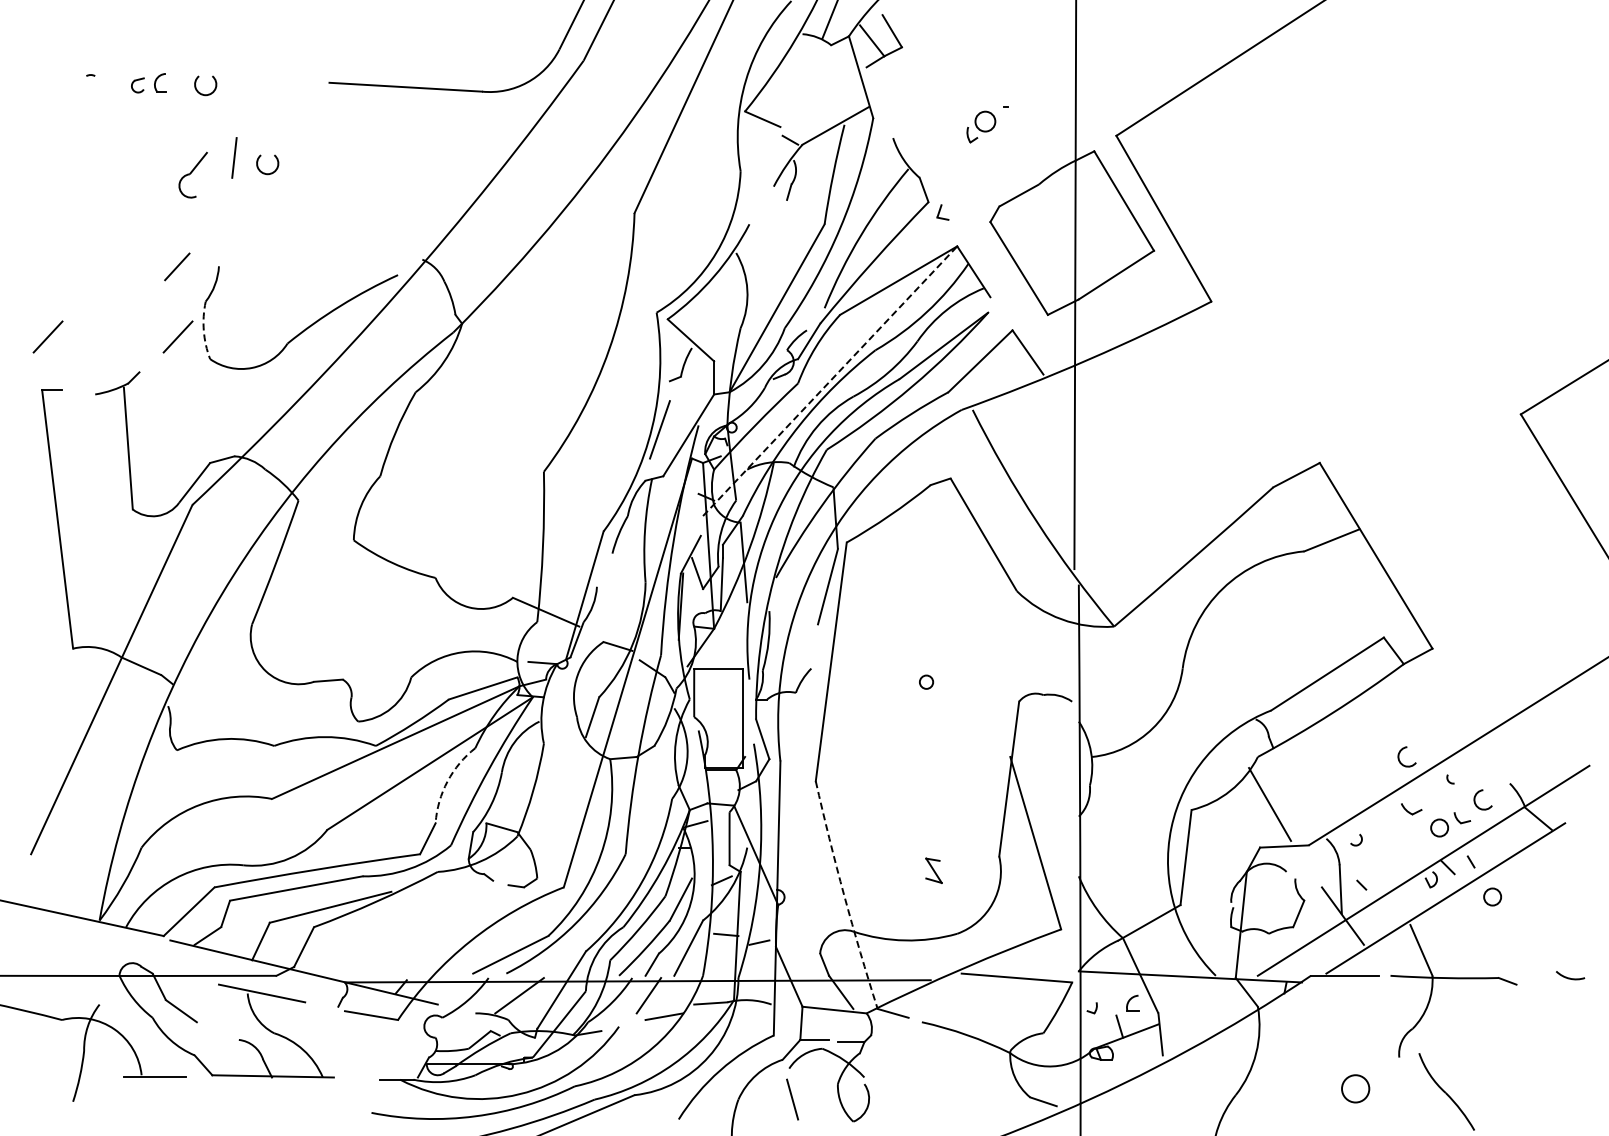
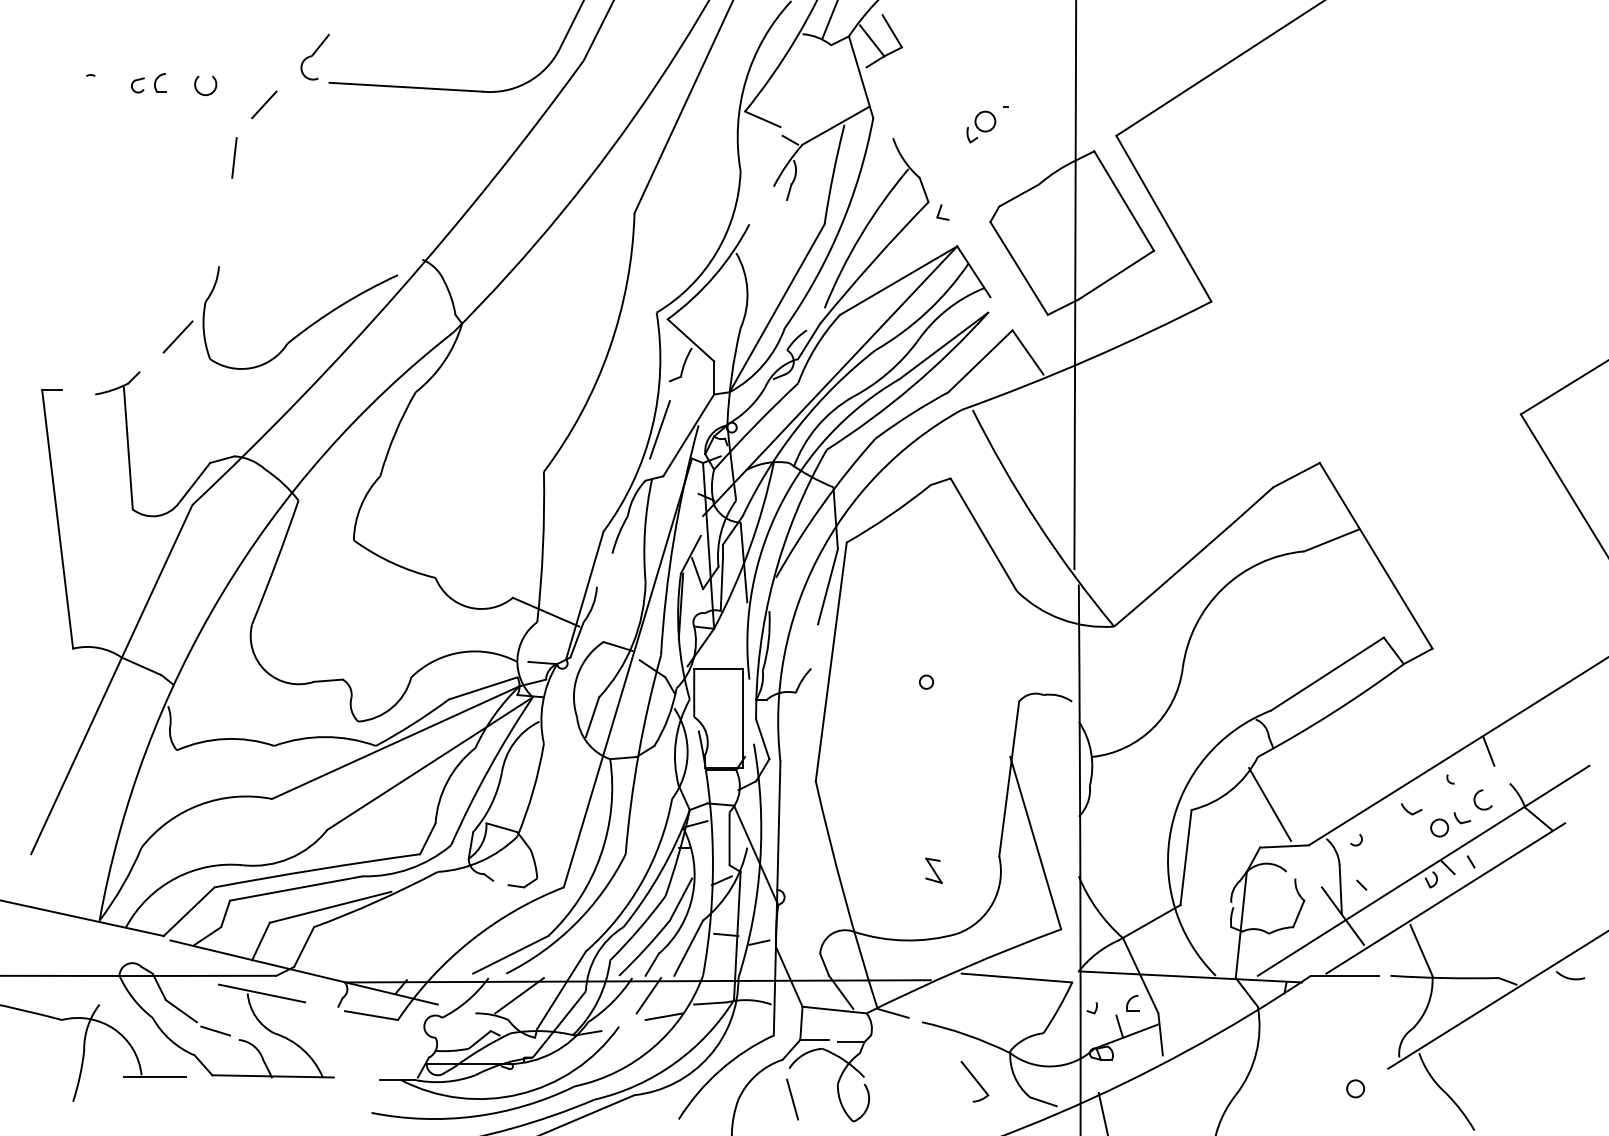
arc at (261, 170): present -> none
part at (192, 174) position: (192, 174) -> (314, 56)
line at (177, 266) position: (177, 266) -> (264, 104)
arc at (203, 330): dashed -> solid
line at (47, 336): present -> none
line at (830, 380): dashed -> solid
line at (1488, 751): none -> present
arc at (1400, 753): present -> none
arc at (447, 781): dashed -> solid
arc at (844, 895): dashed -> solid
circle at (1492, 896): present -> none
line at (1496, 1000): none -> present
line at (215, 1030): none -> present
part at (974, 1081): none -> present
circle at (1355, 1088) diameter: 27 px -> 17 px
line at (1102, 1112): none -> present
